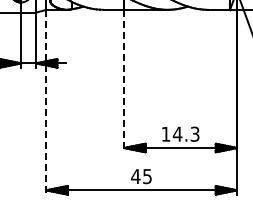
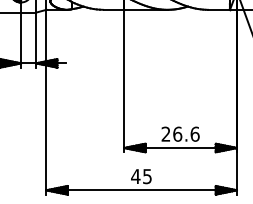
line at (124, 81): dashed -> solid
line at (46, 102): dashed -> solid
text at (180, 133): 14.3 -> 26.6
